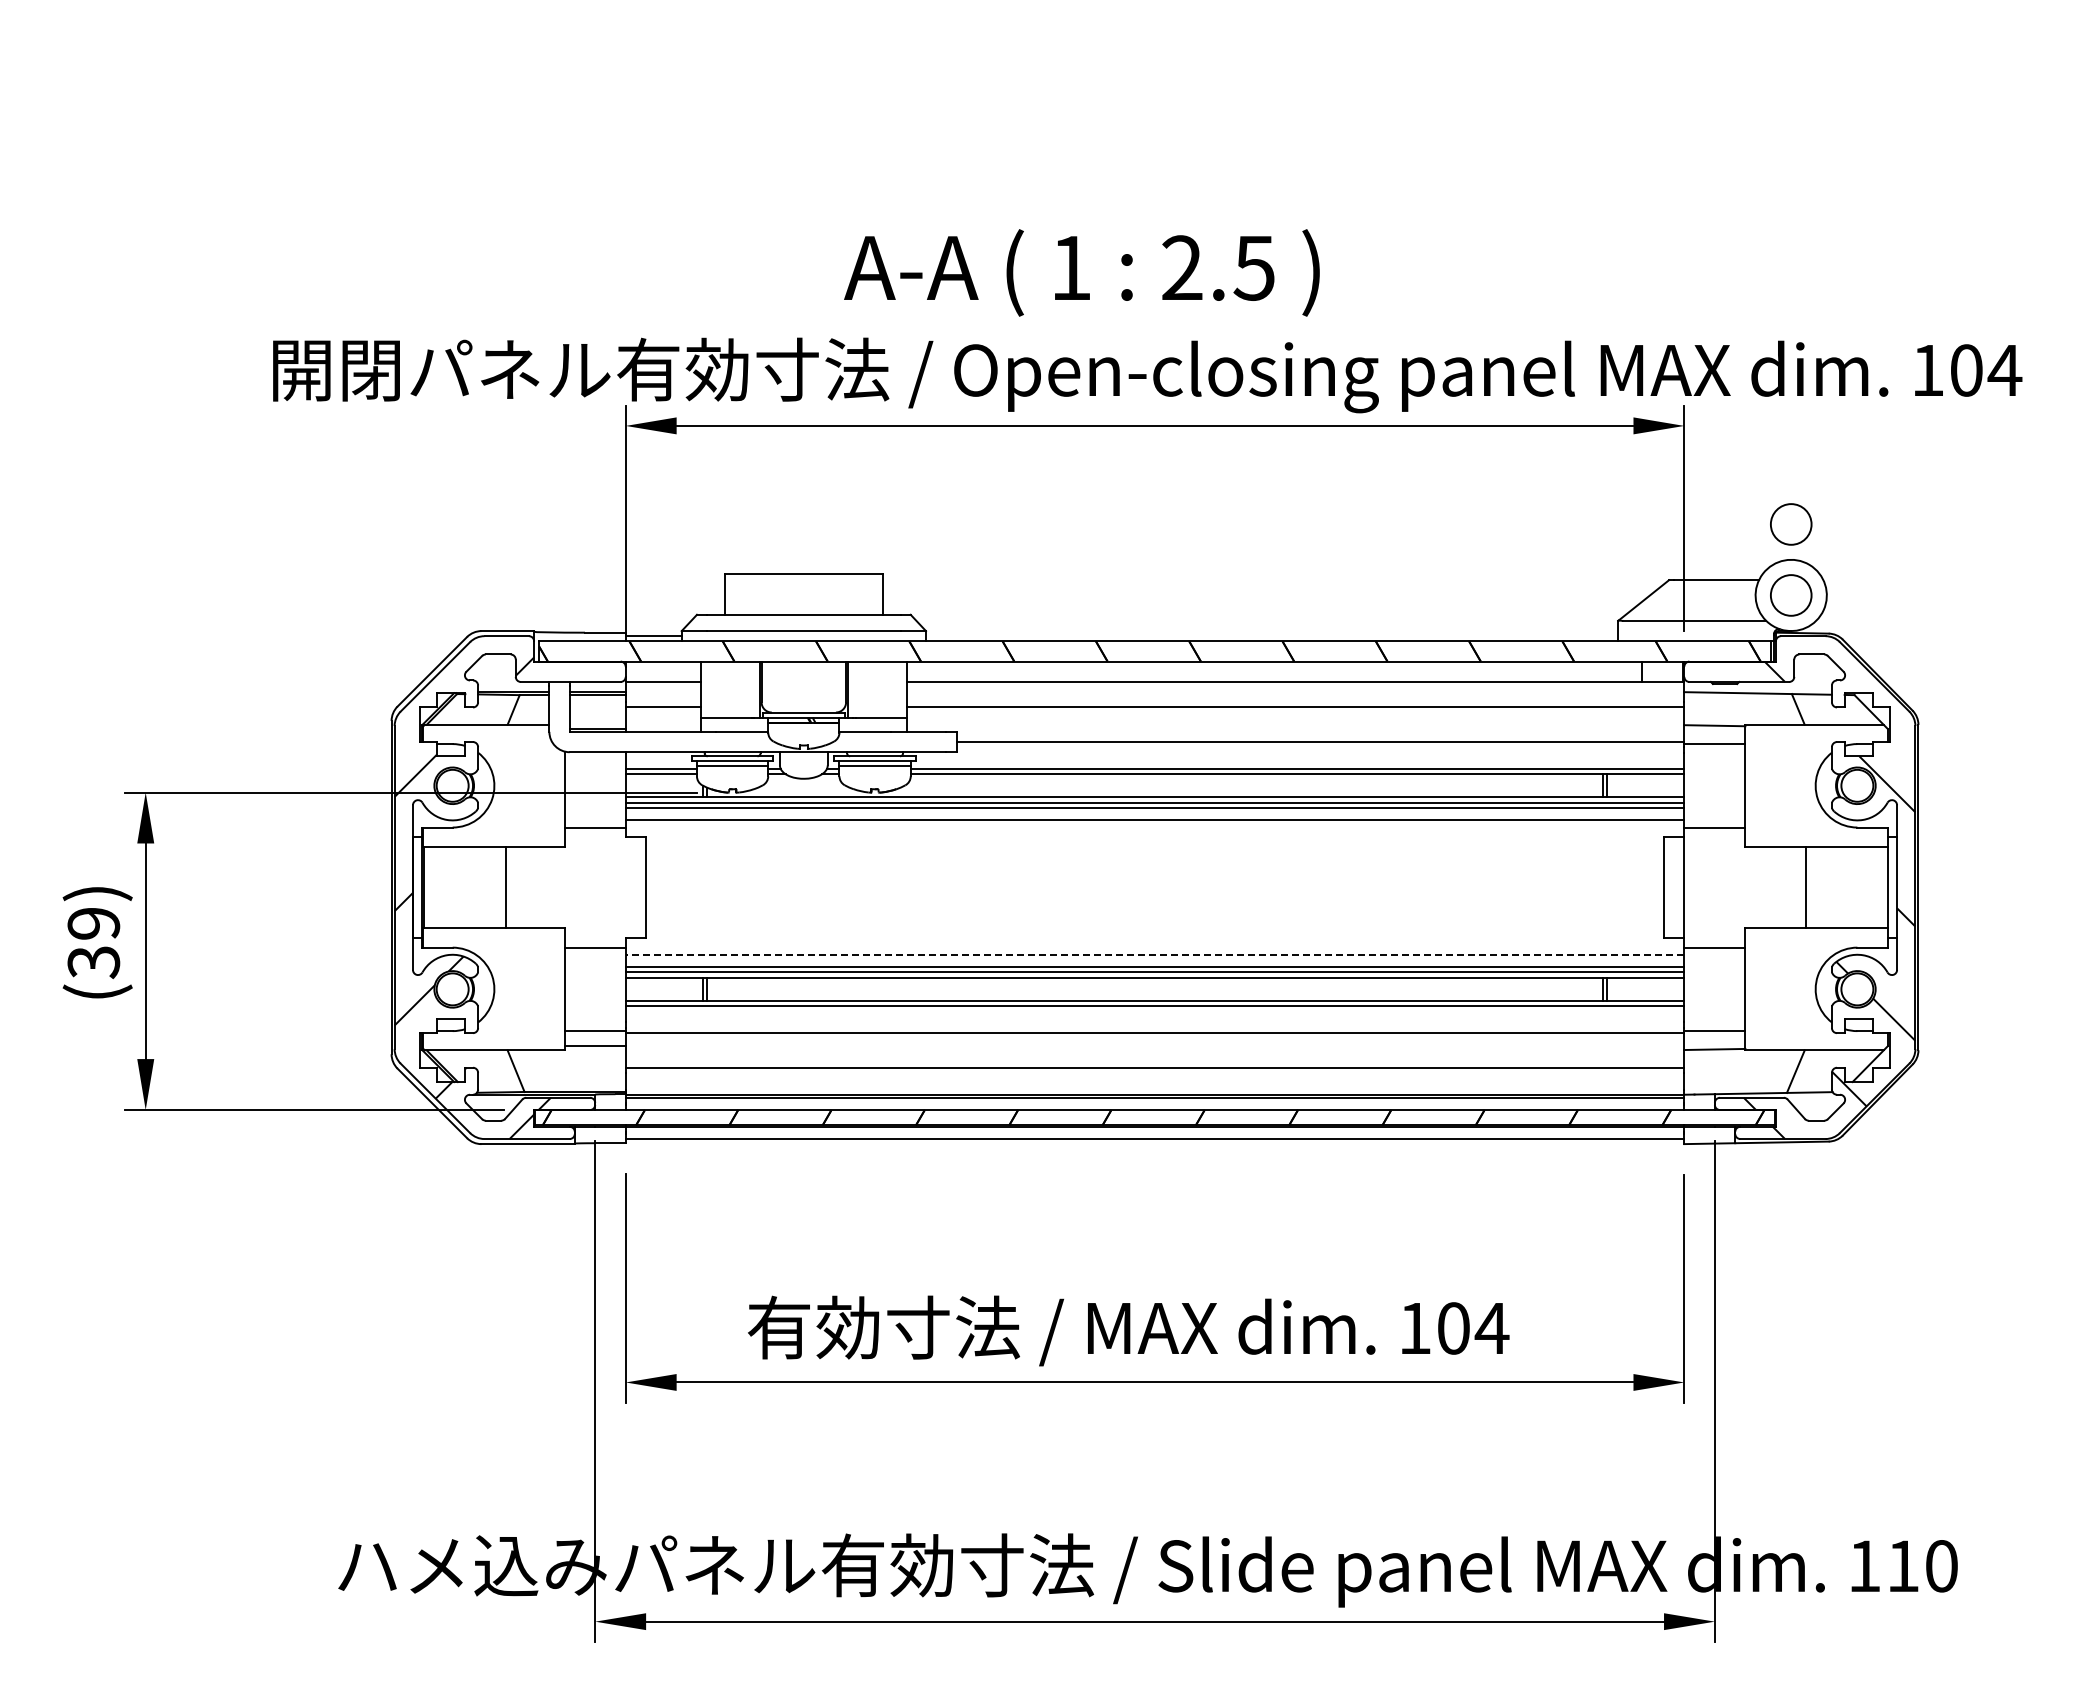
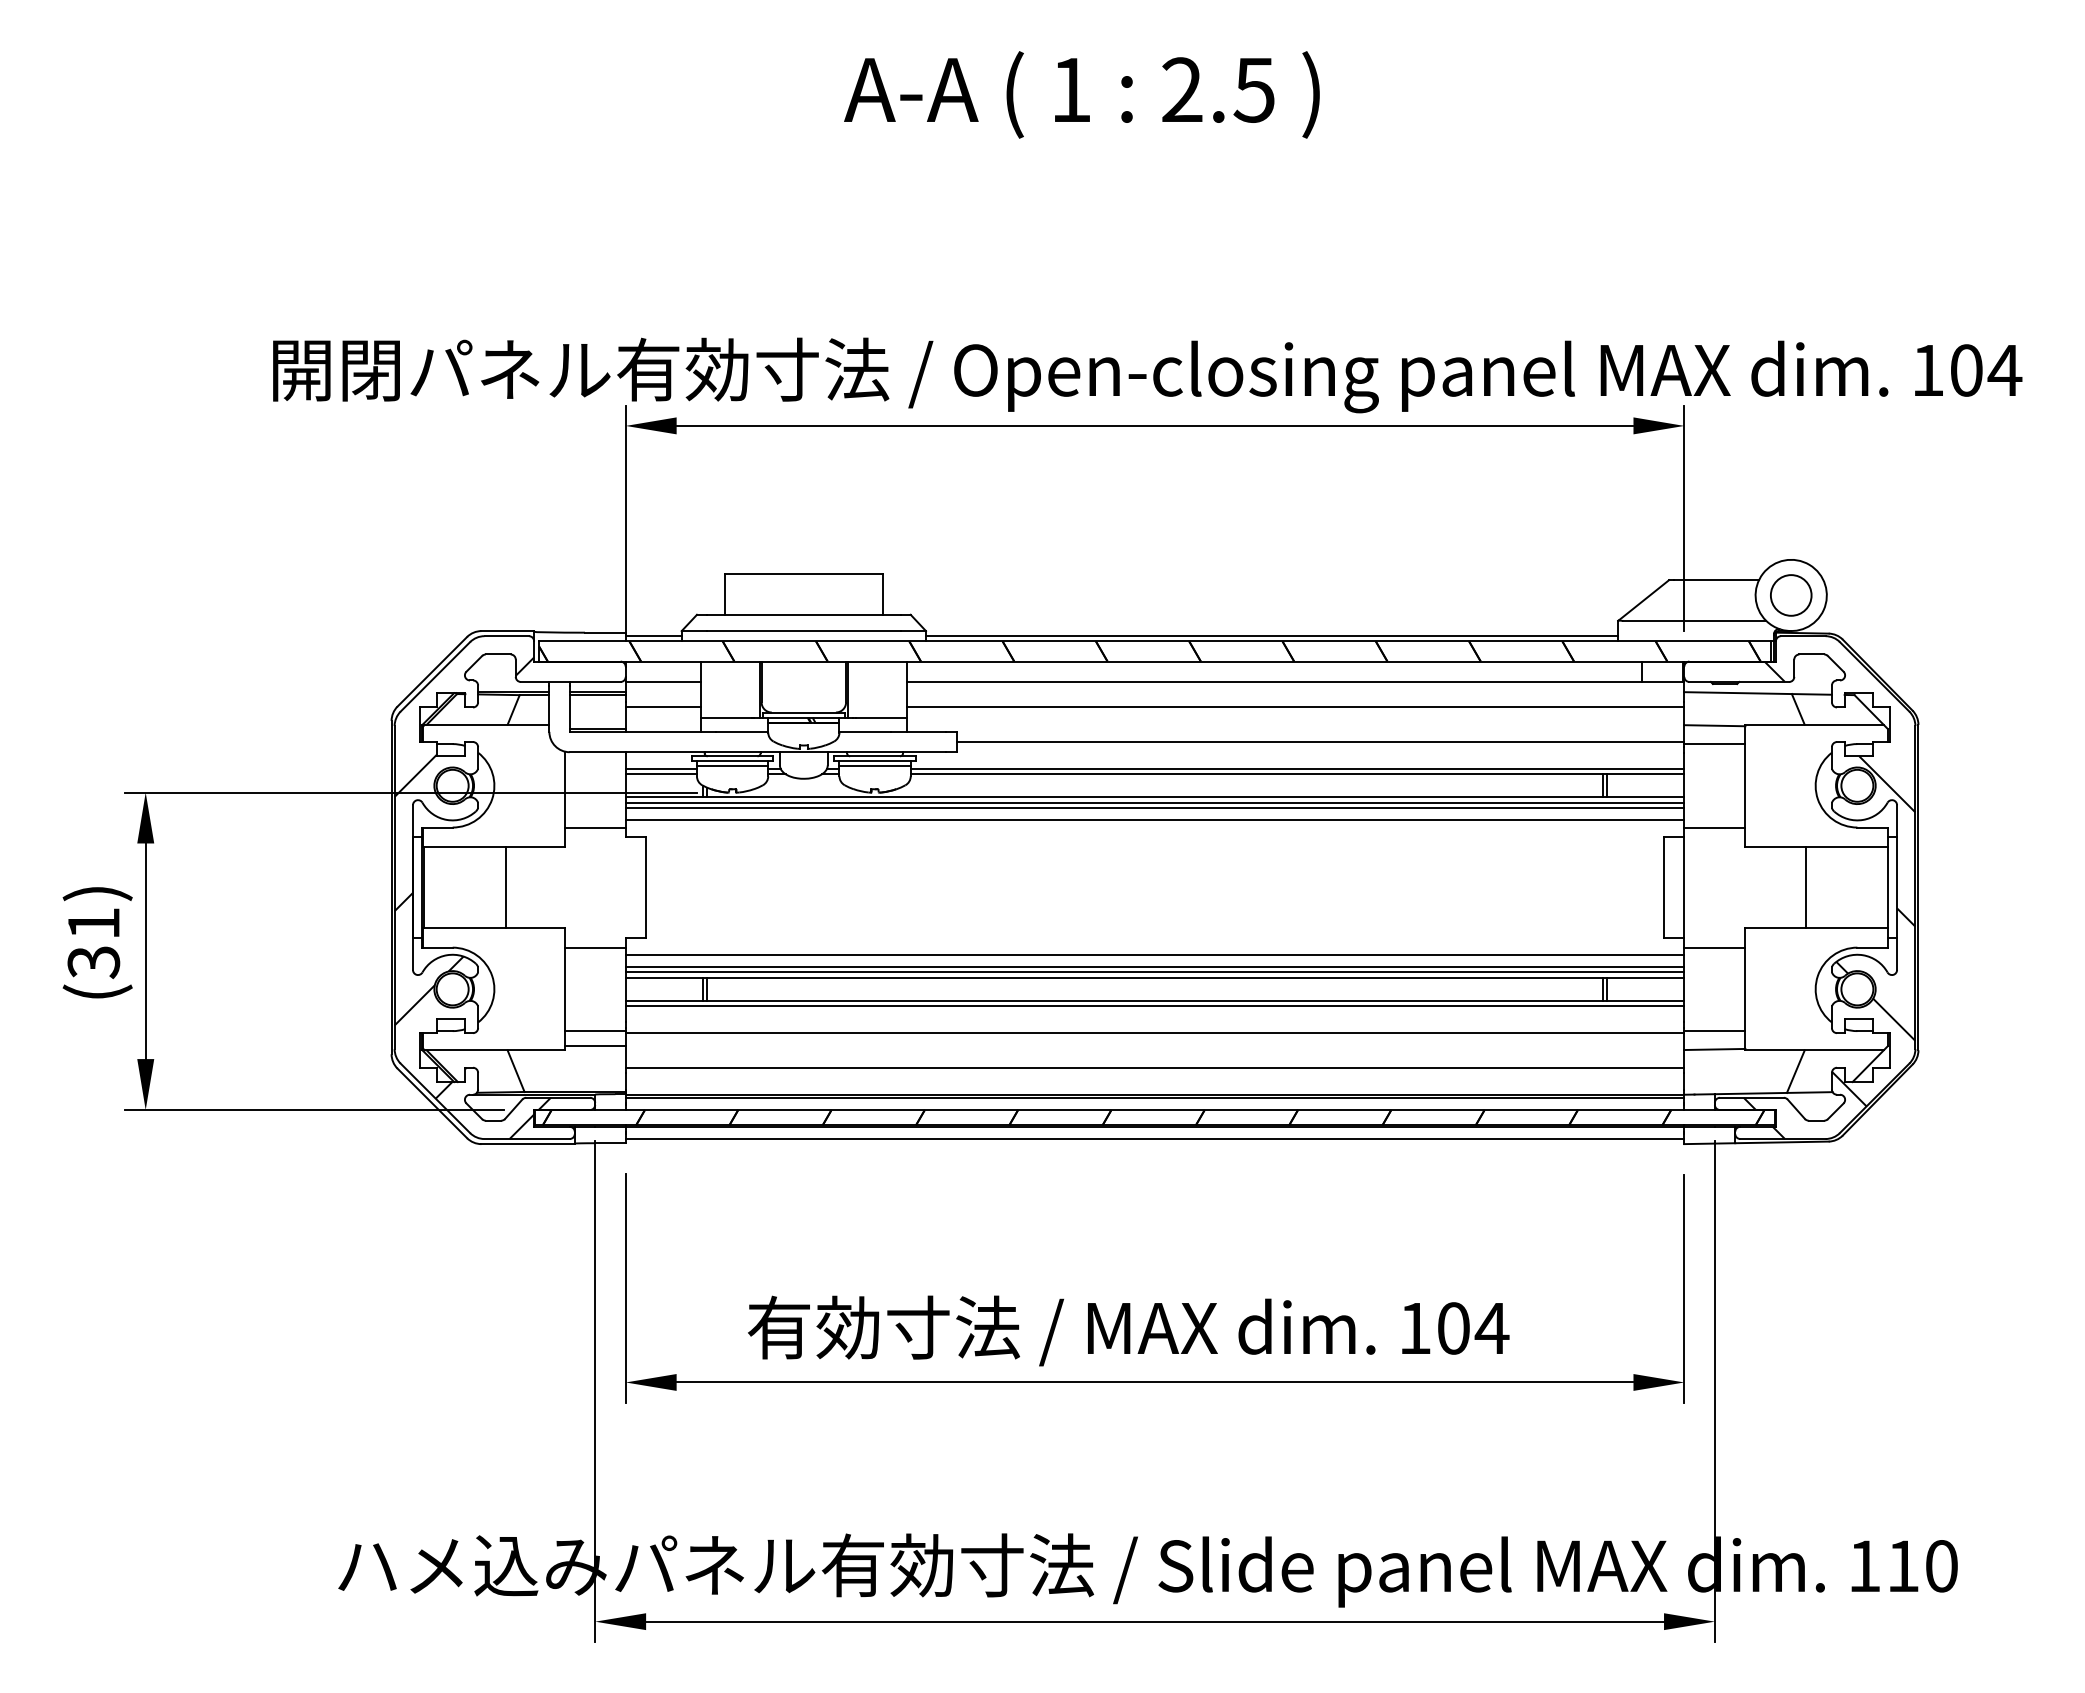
text at (1081, 272) position: (1081, 272) -> (1081, 94)
circle at (1791, 524): present -> none
line at (1272, 636): none -> present
text at (93, 923): (39) -> (31)
line at (1154, 954): dashed -> solid
